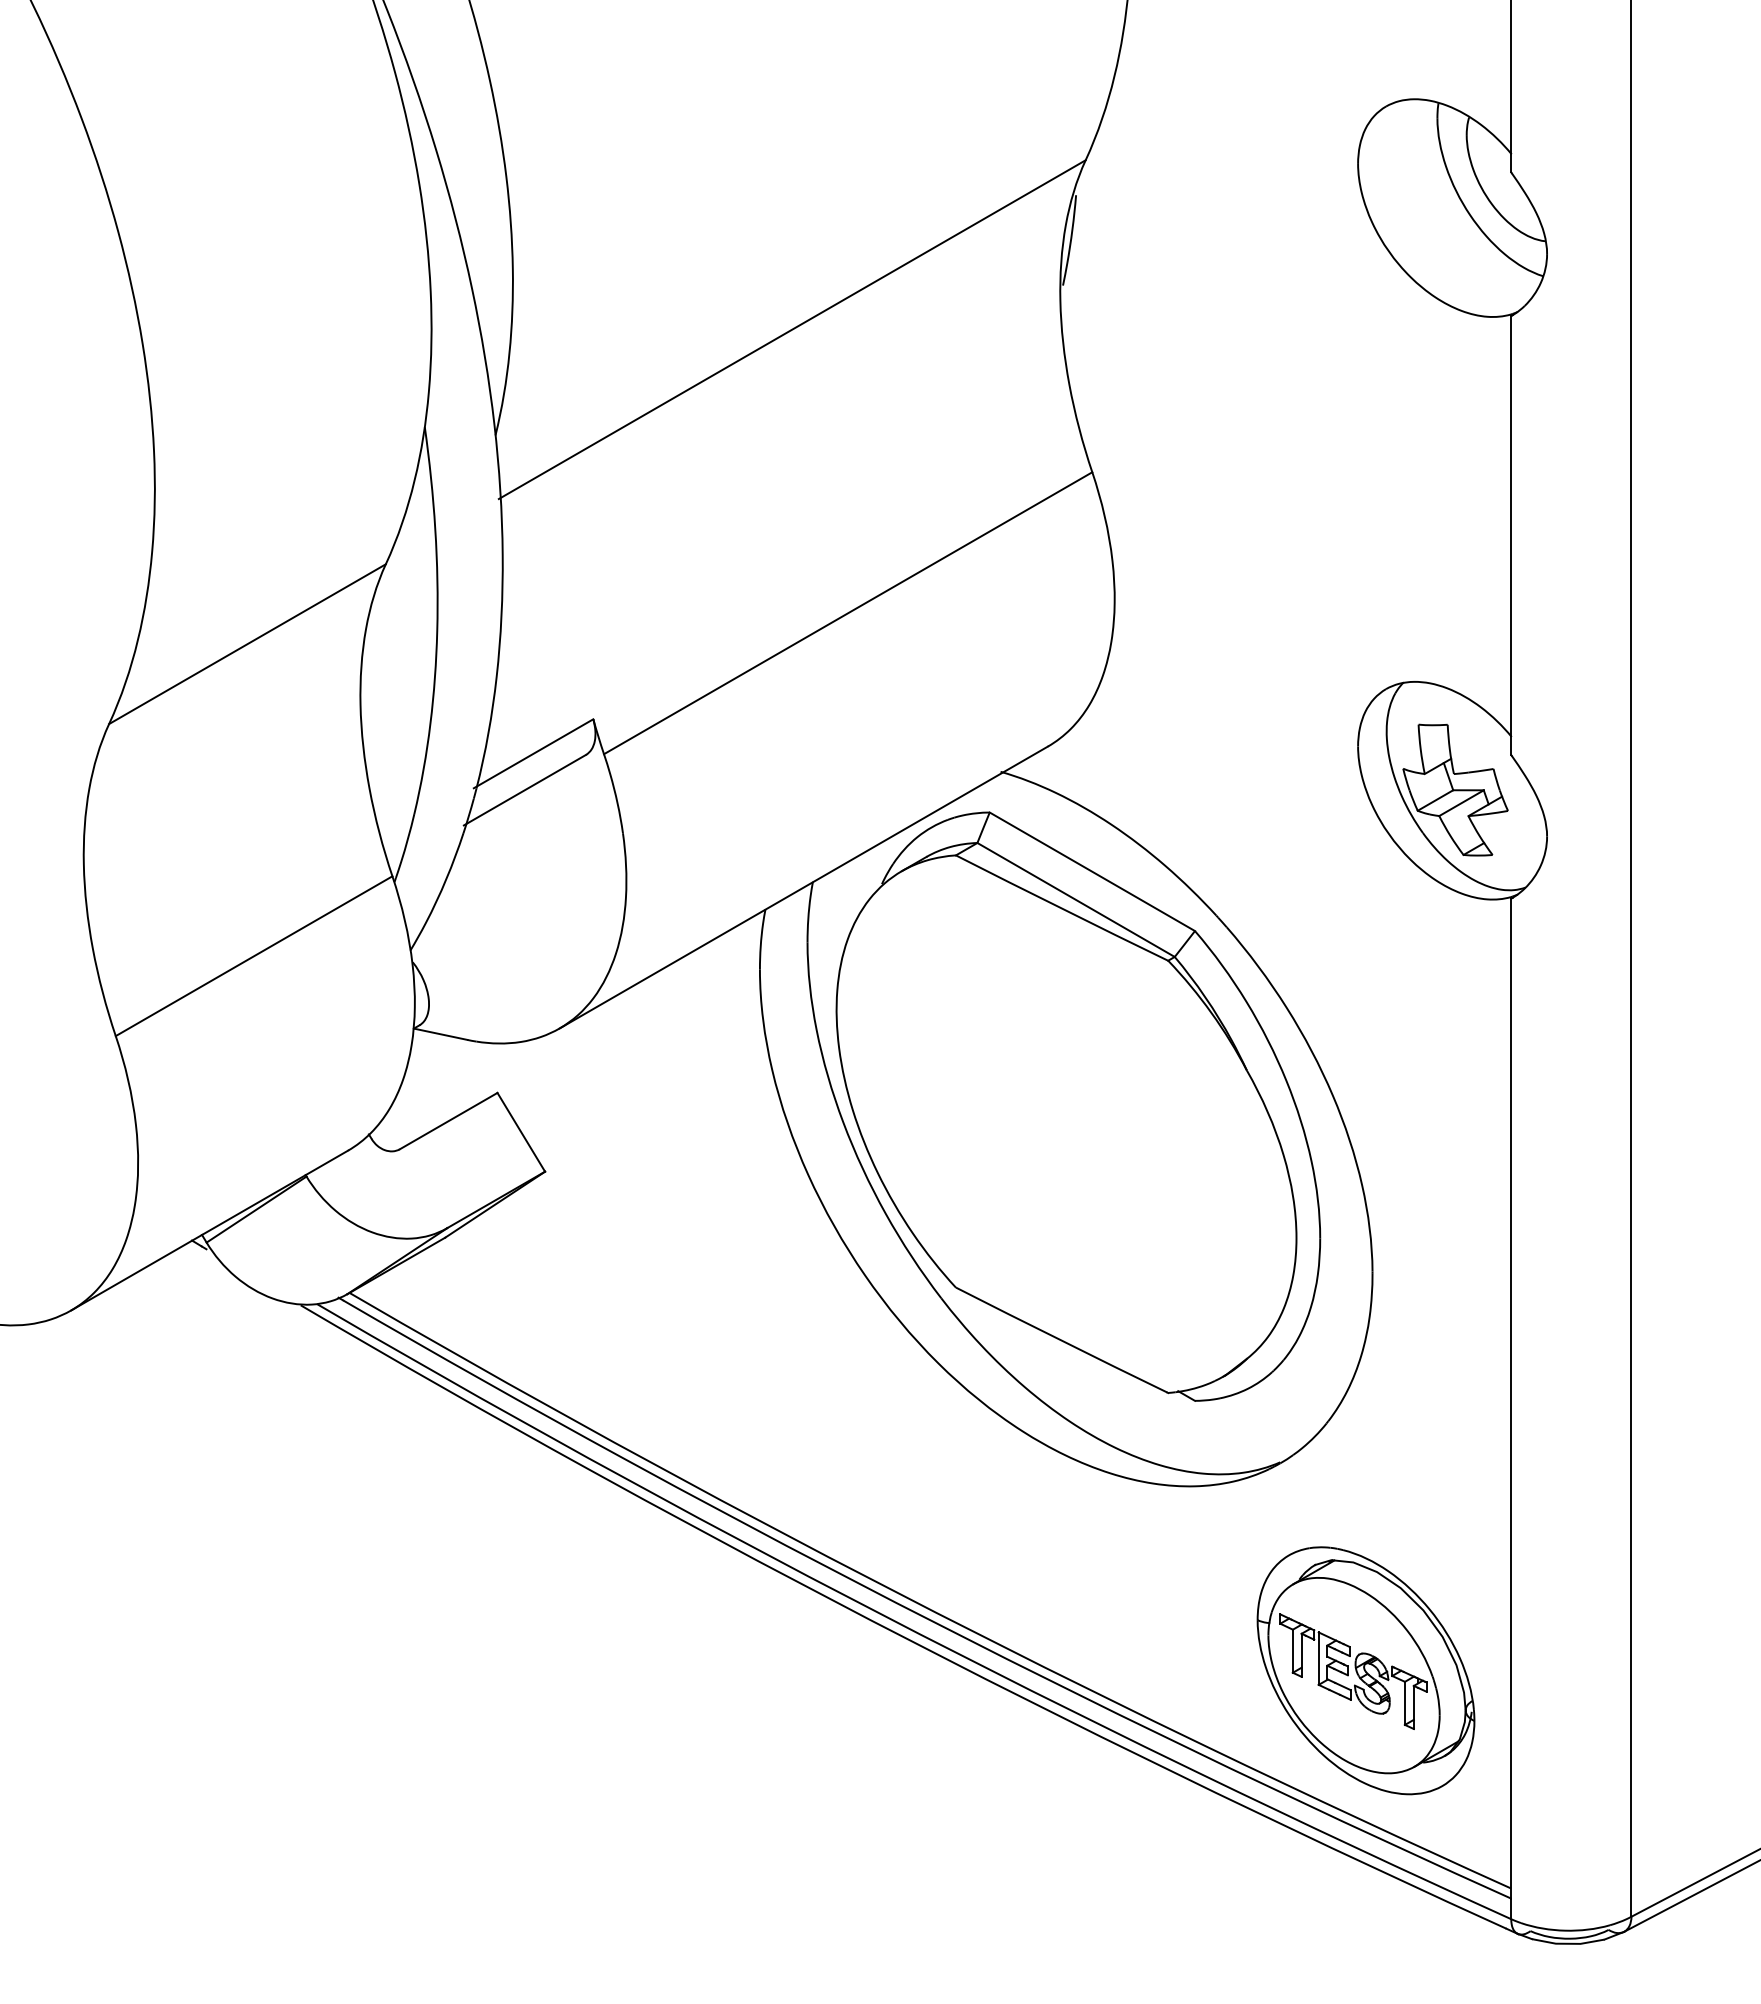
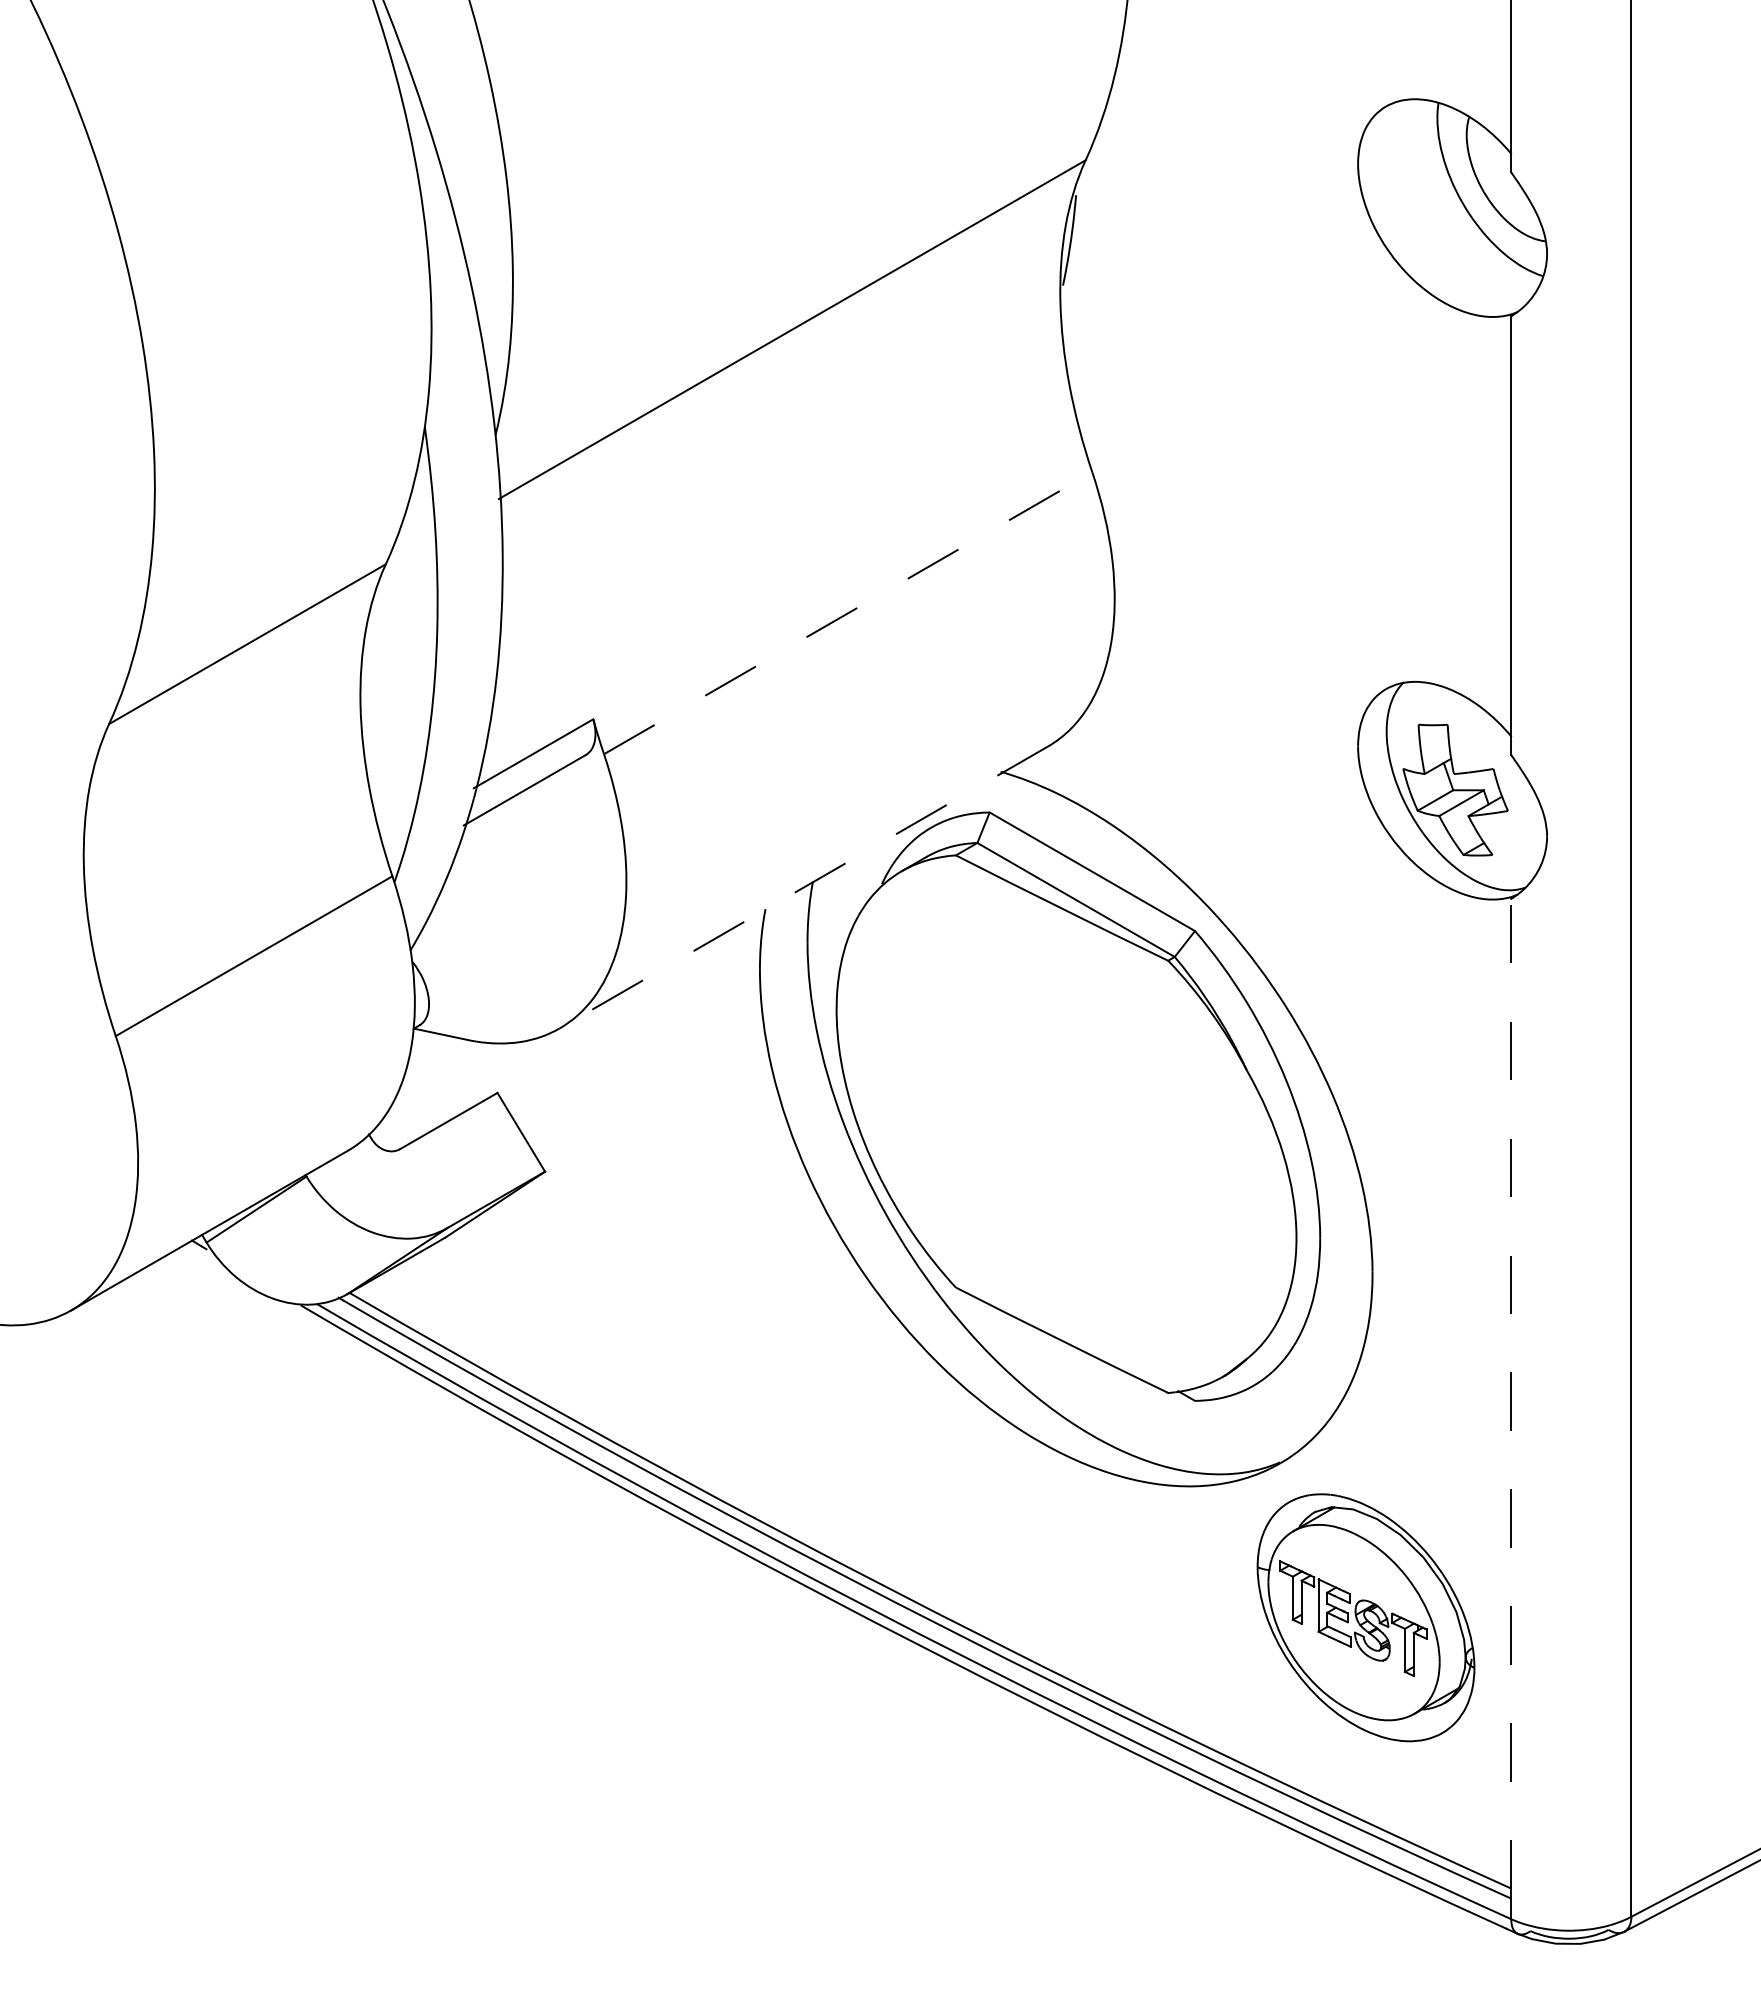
line at (848, 613): solid -> dashed
line at (803, 887): solid -> dashed
line at (1511, 1398): solid -> dashed
part at (1365, 1670) position: (1365, 1670) -> (1365, 1617)
